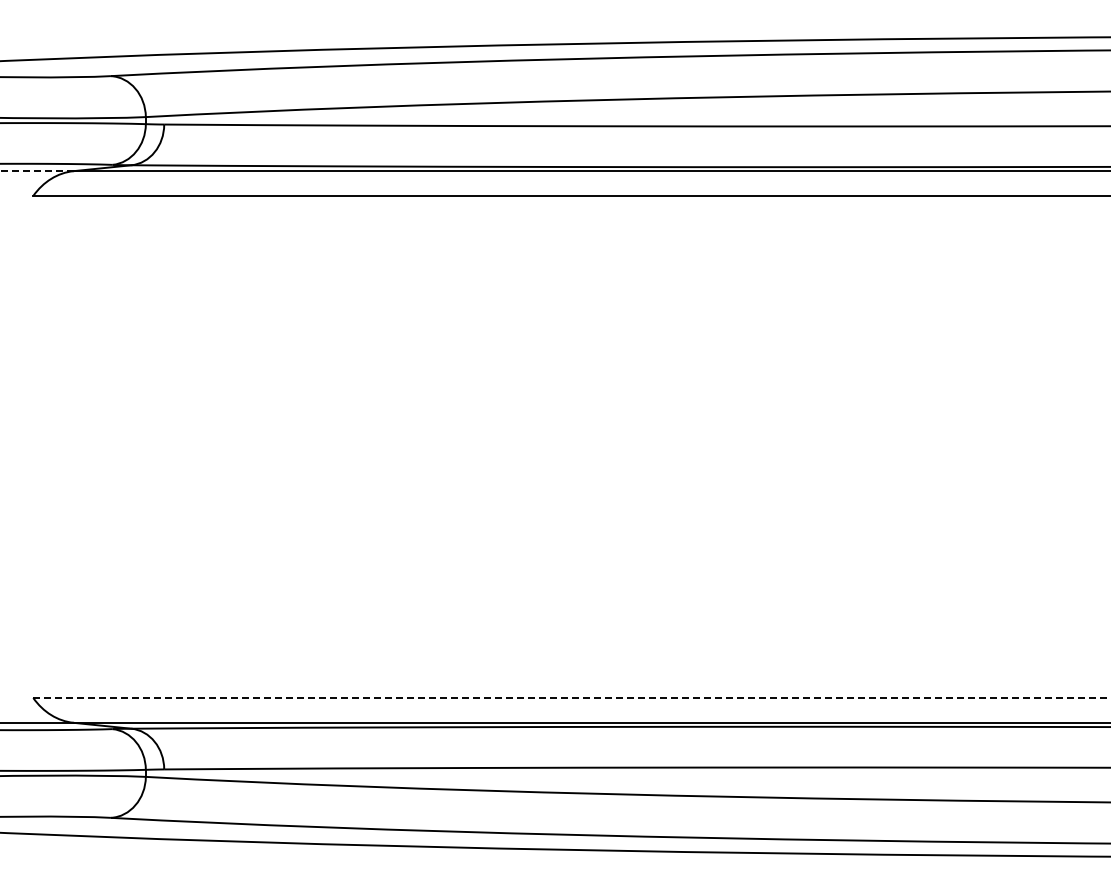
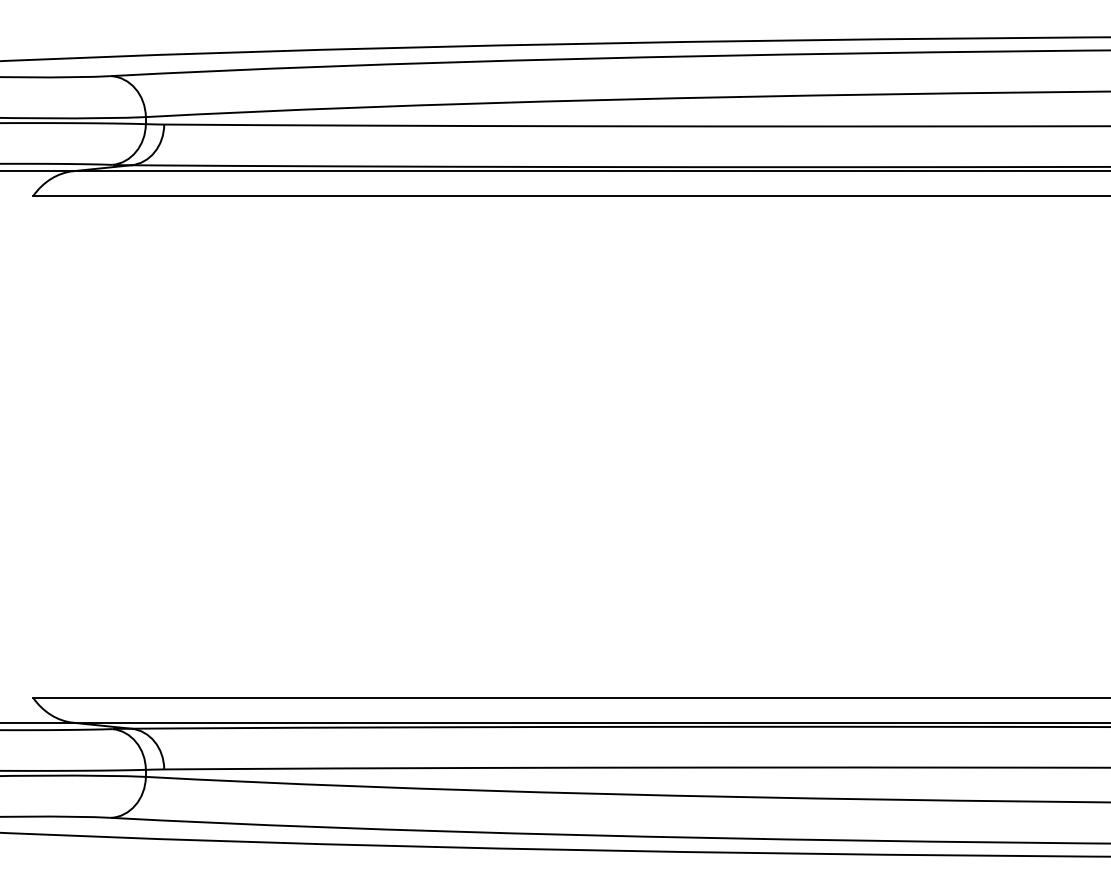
line at (36, 171): dashed -> solid
line at (572, 697): dashed -> solid
